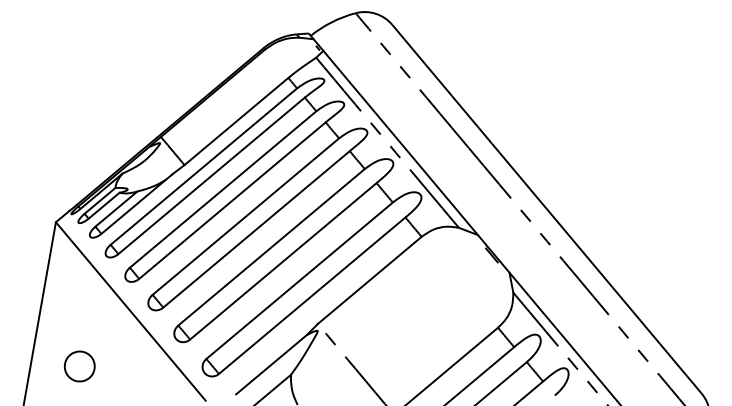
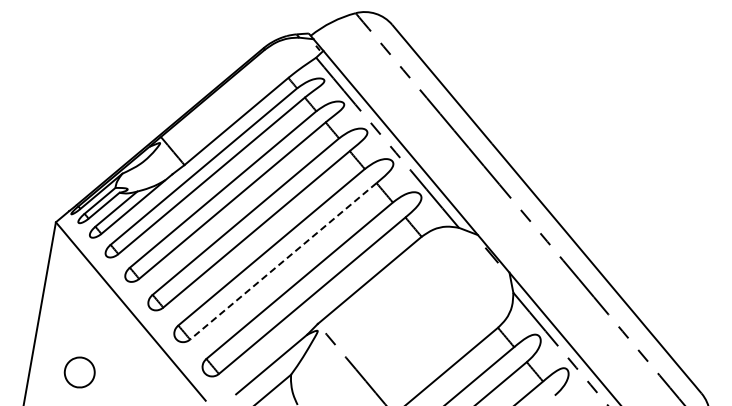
line at (283, 261): solid -> dashed
part at (79, 366) position: (79, 366) -> (79, 372)
